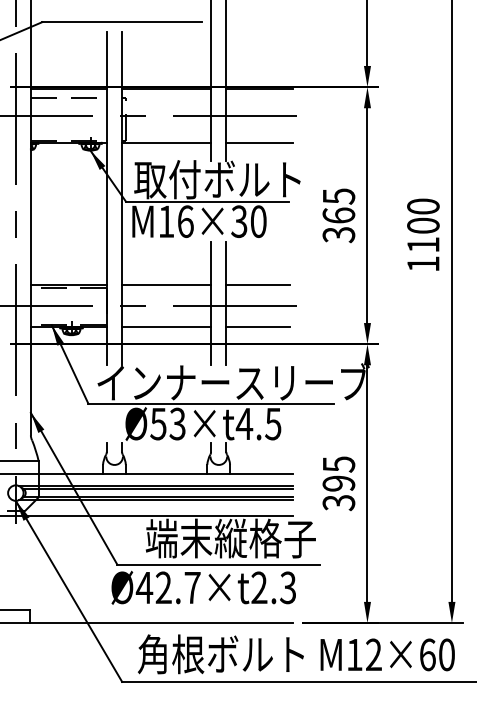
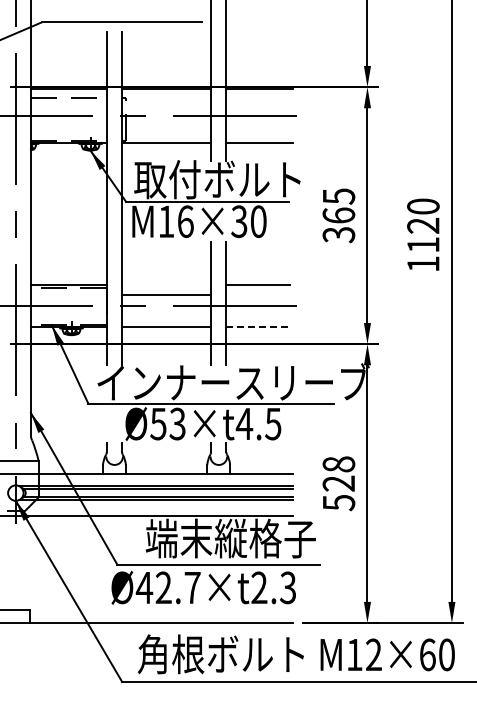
text at (423, 225): 1100 -> 1120
line at (166, 284) position: (166, 284) -> (166, 294)
line at (258, 327): solid -> dashed
text at (338, 483): 395 -> 528
